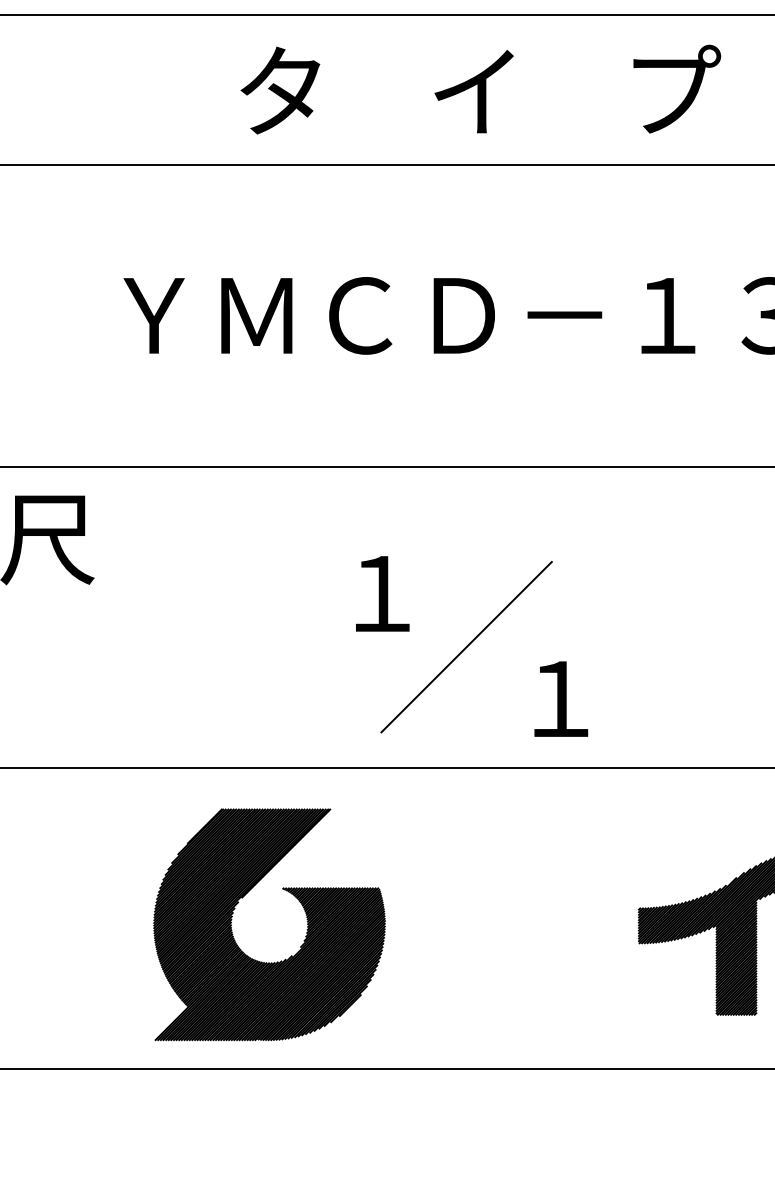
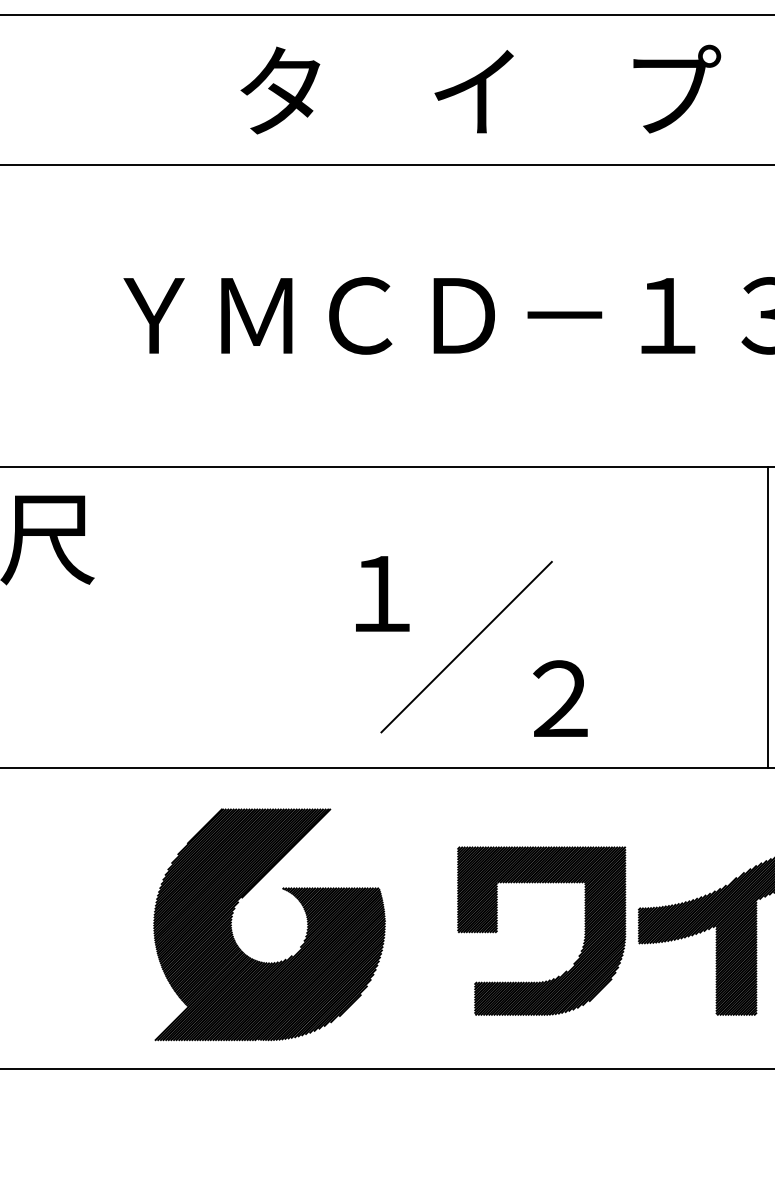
line at (767, 616): none -> present
text at (560, 698): １ -> ２
part at (584, 929): none -> present
